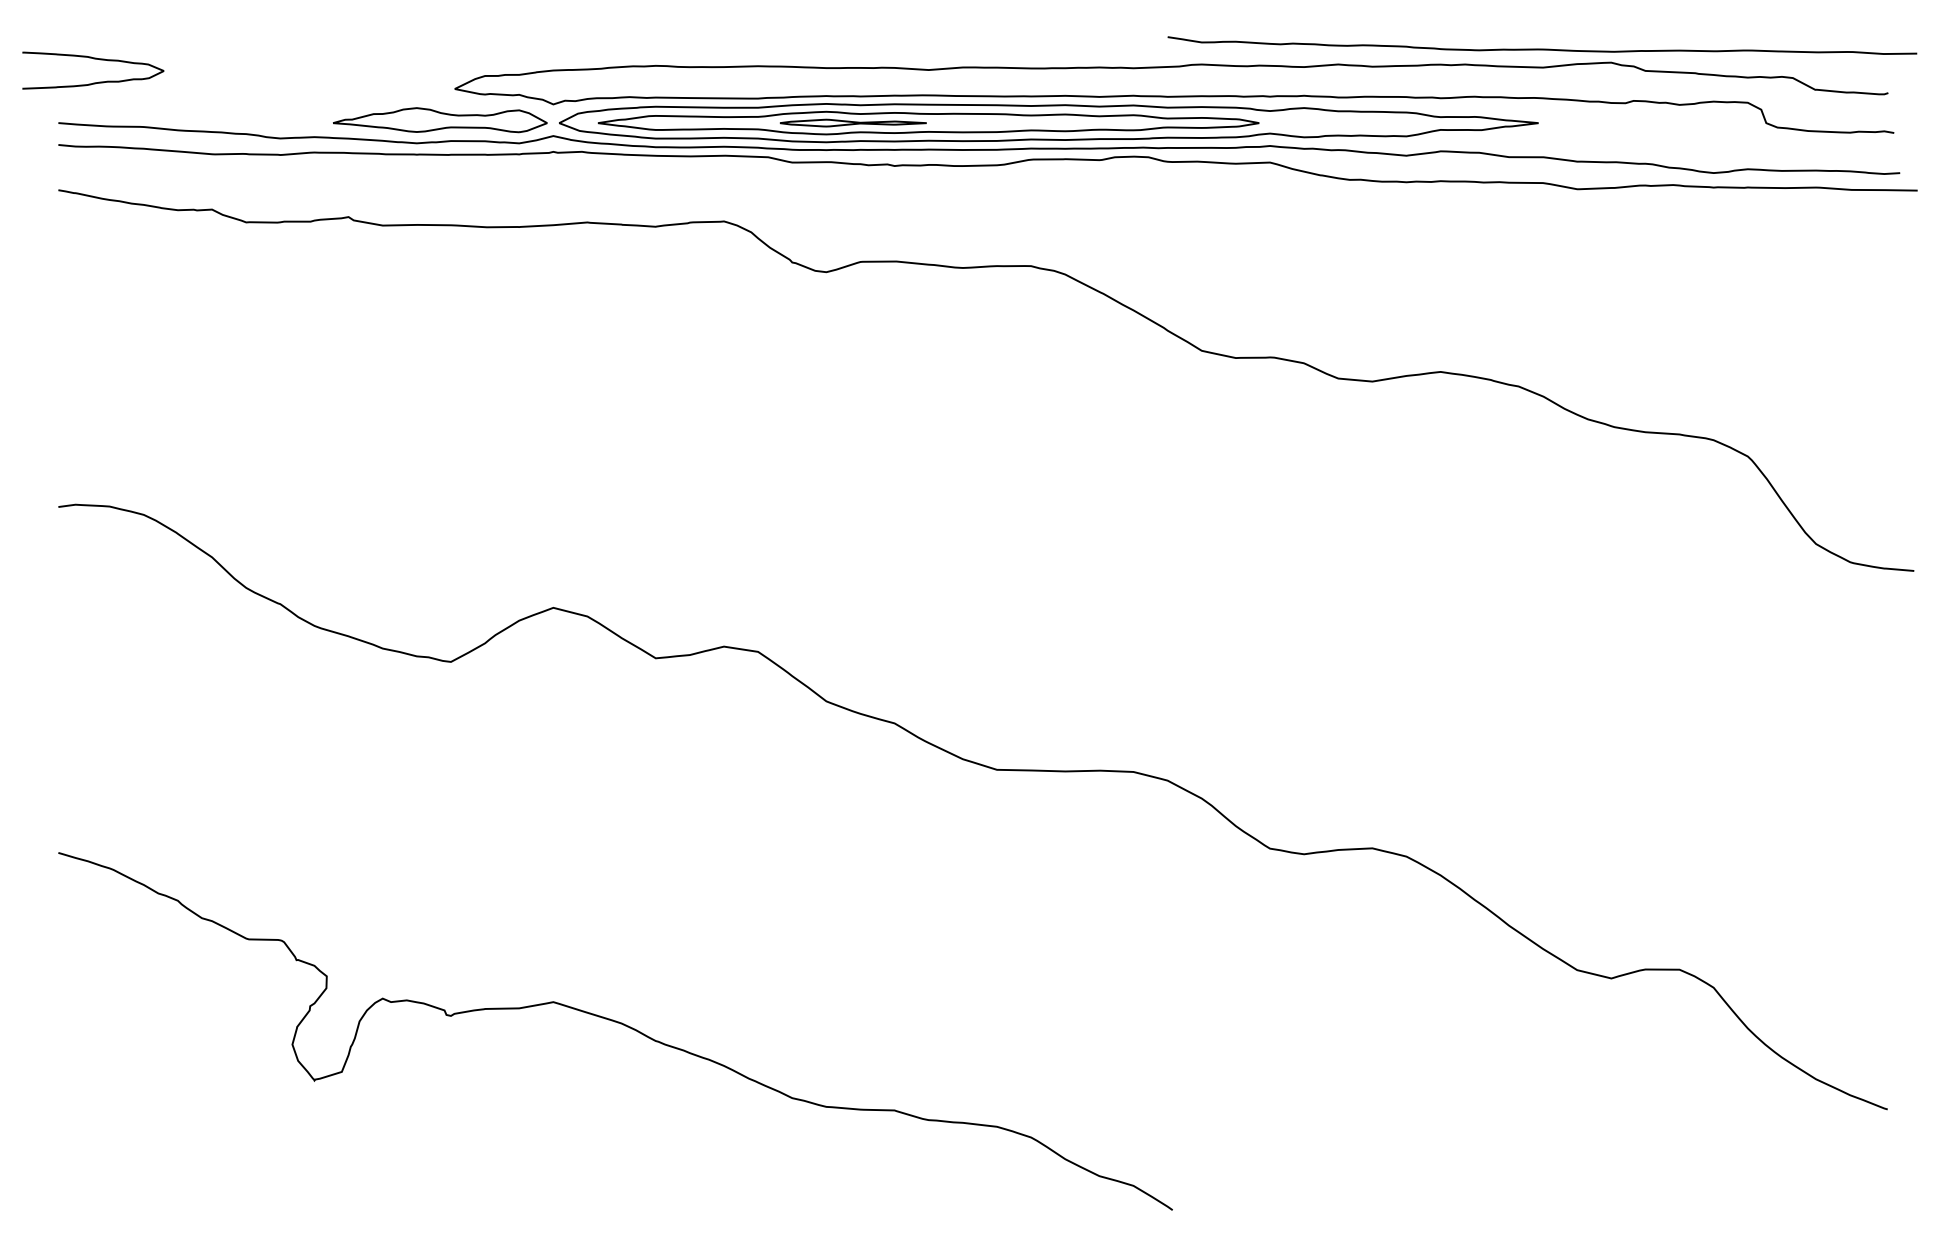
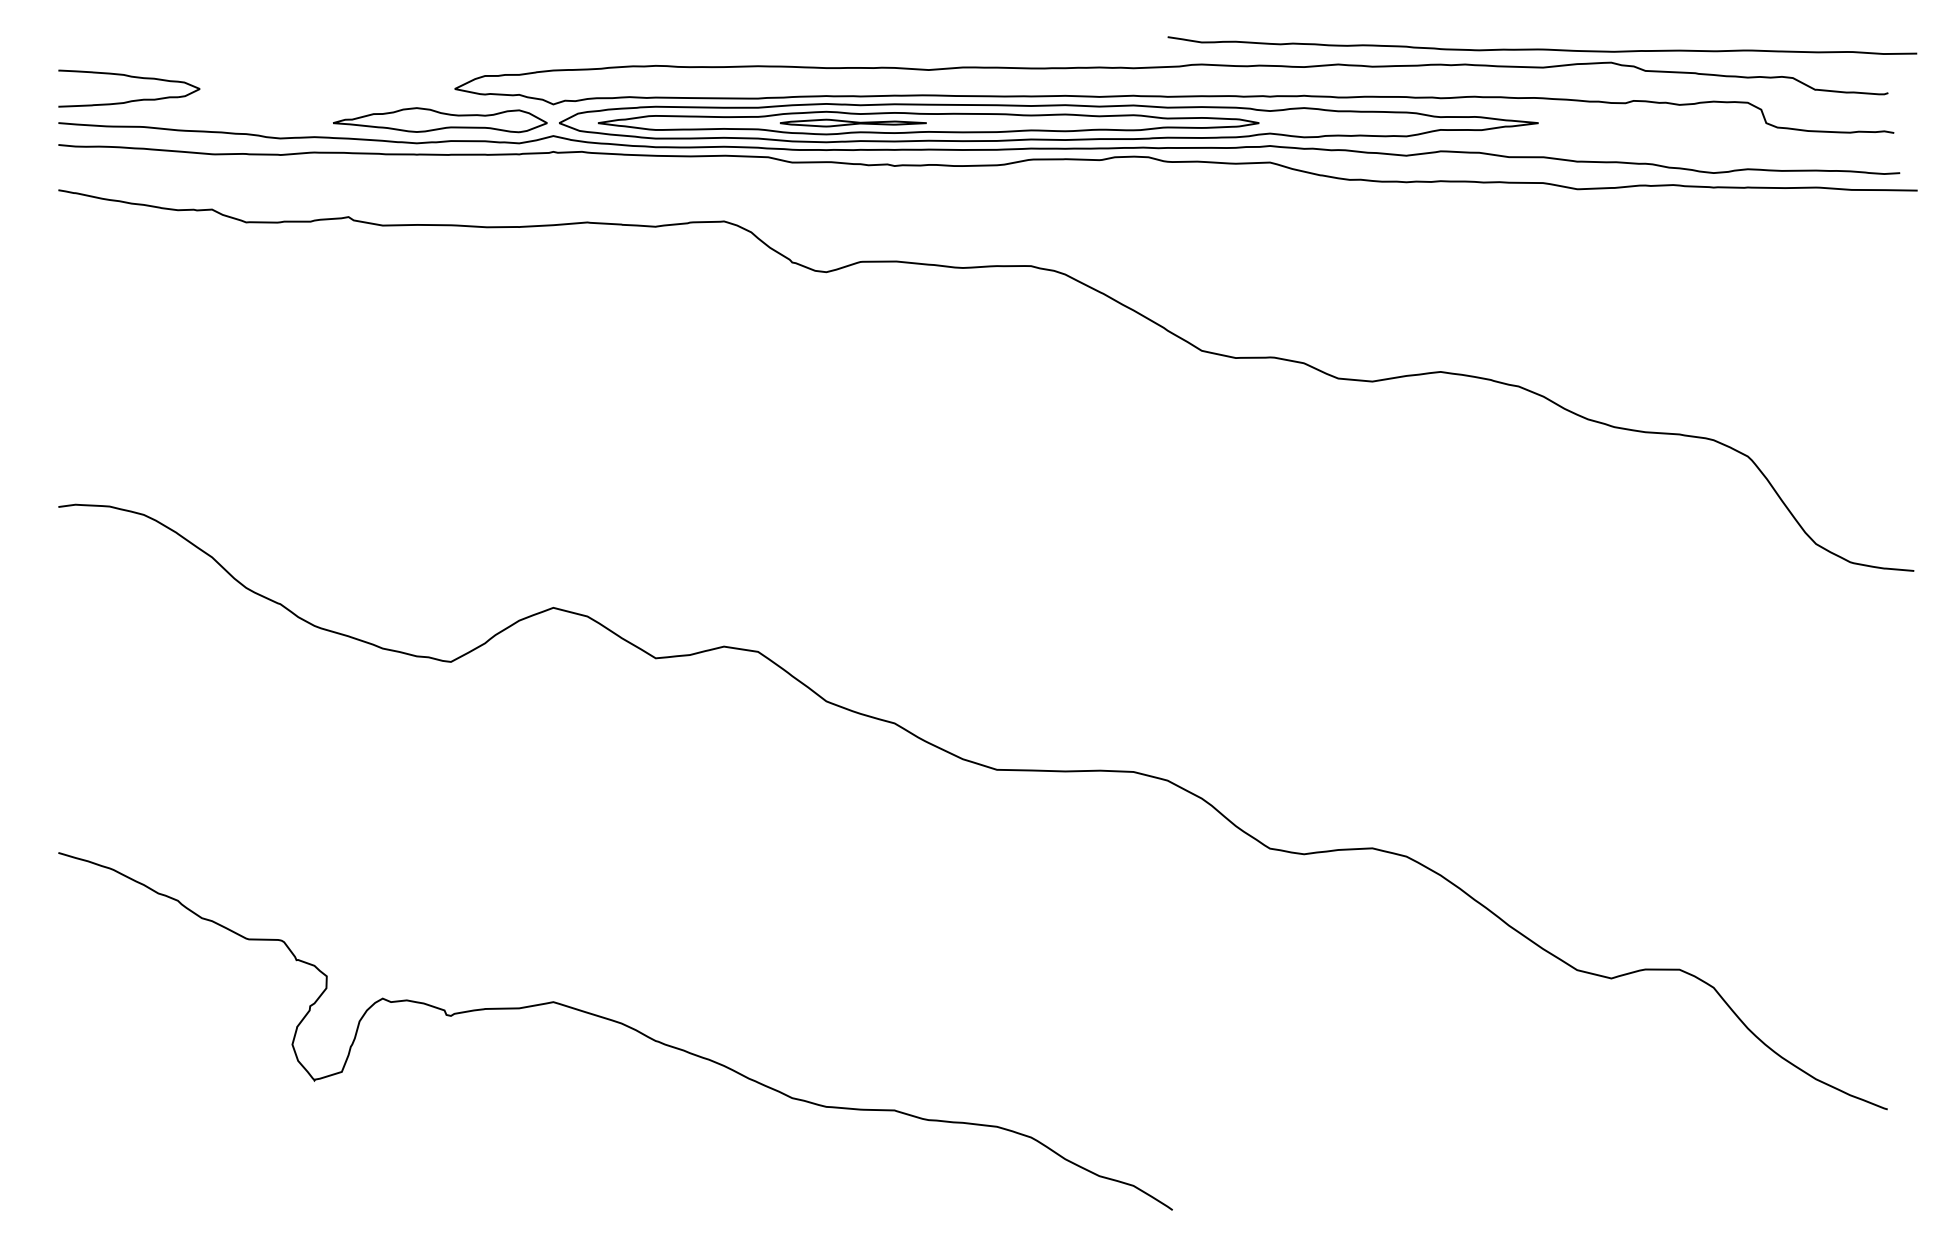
part at (93, 59) position: (93, 59) -> (129, 77)
